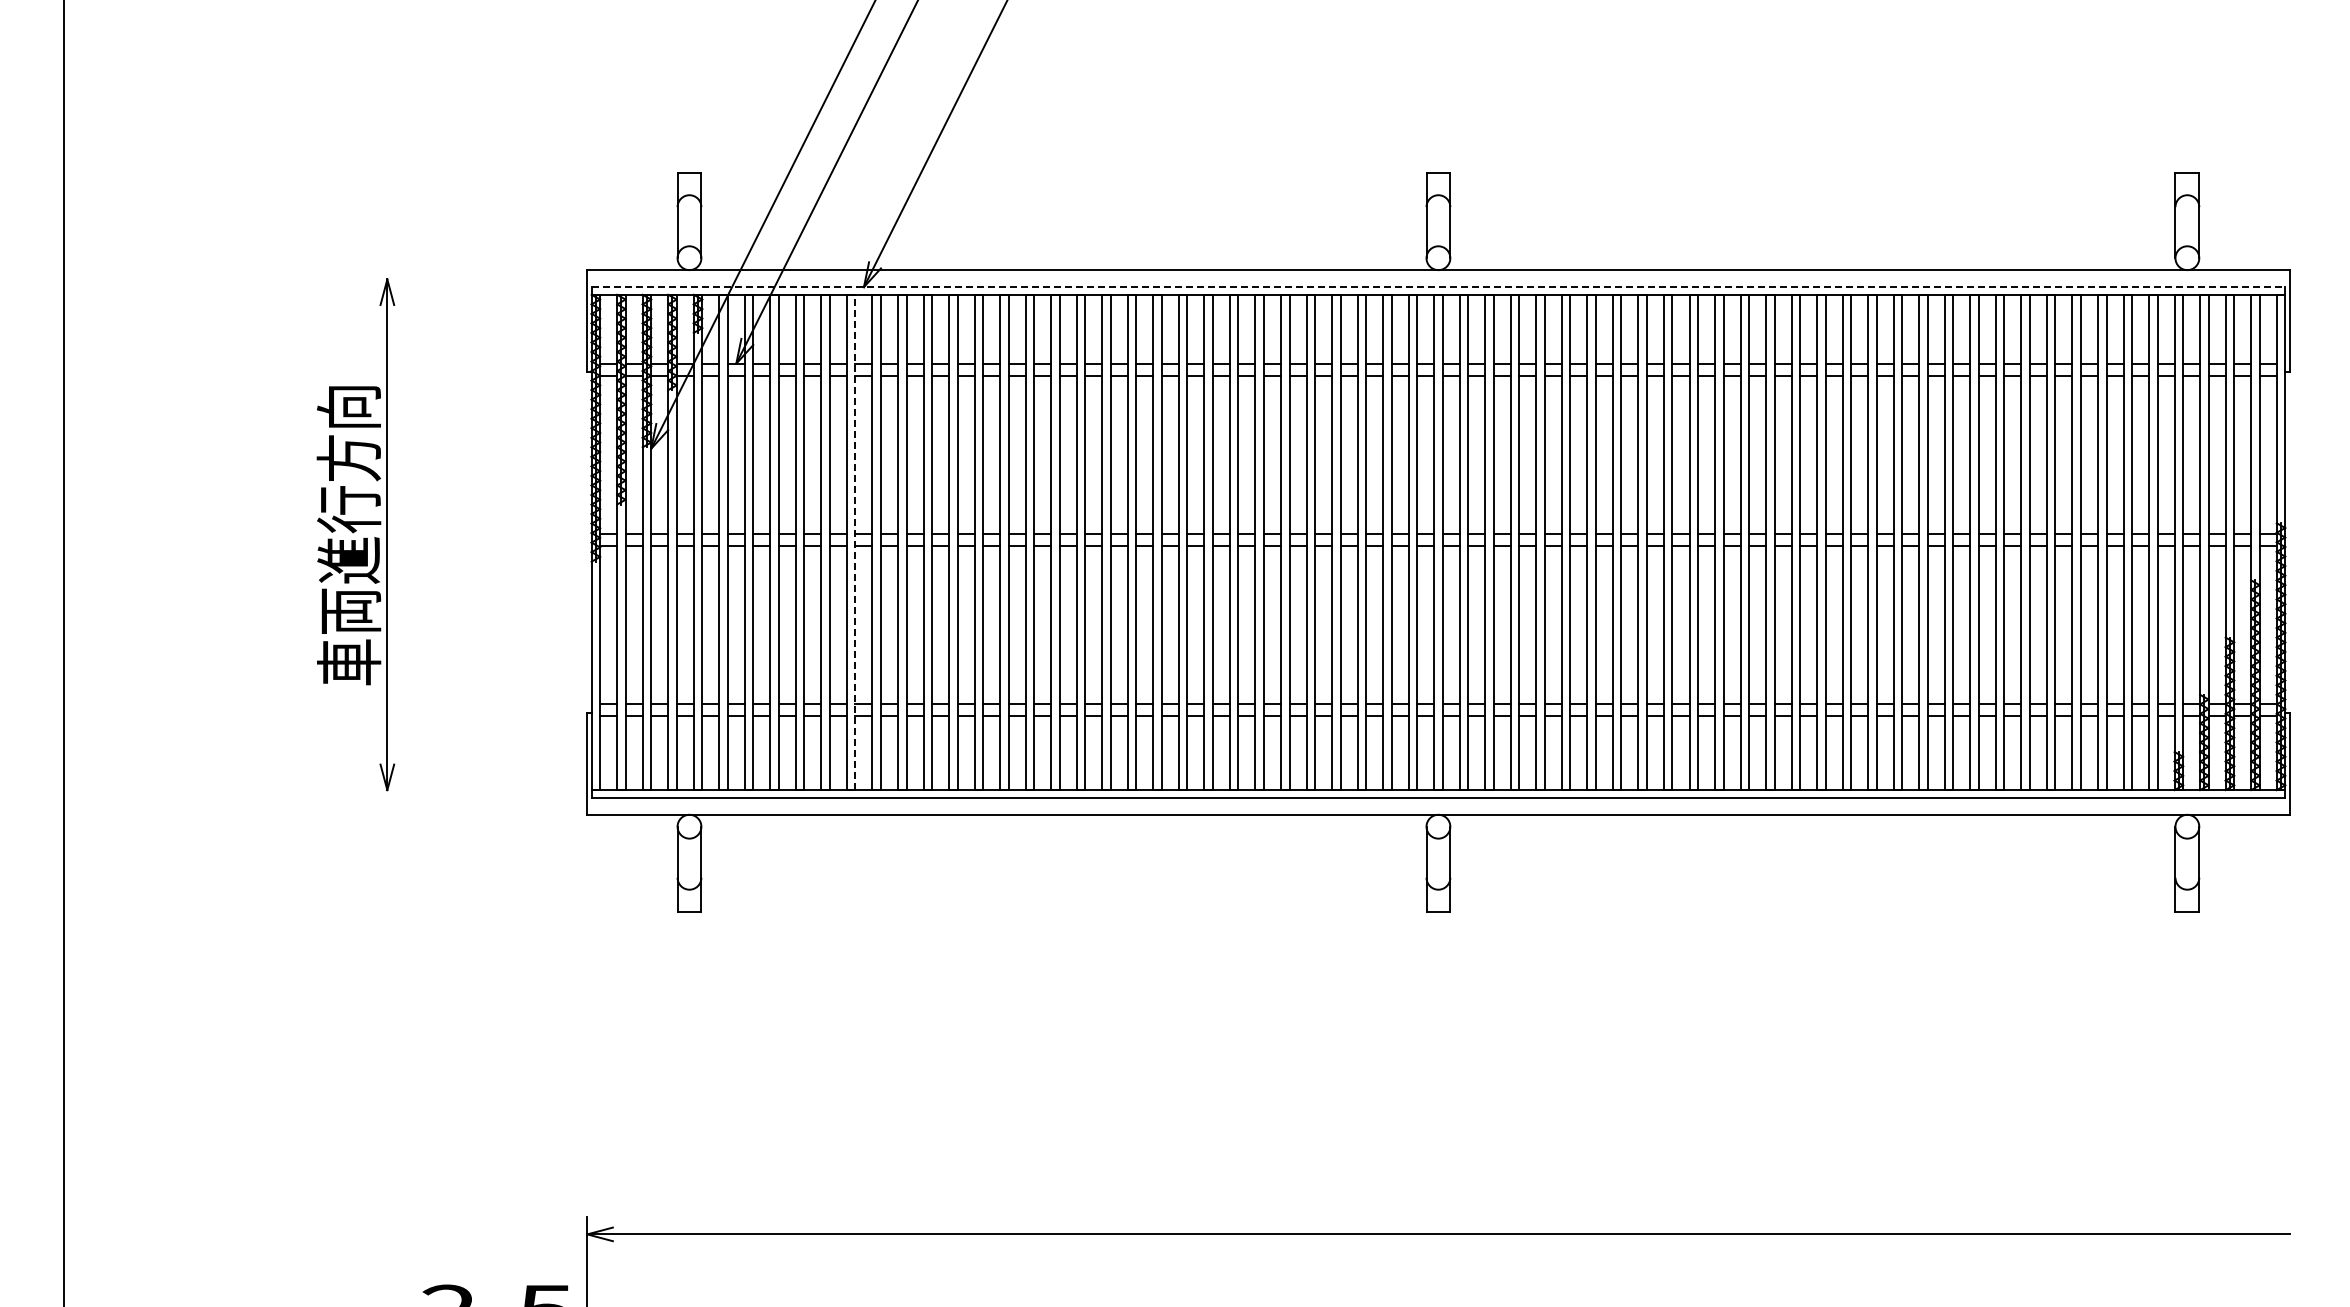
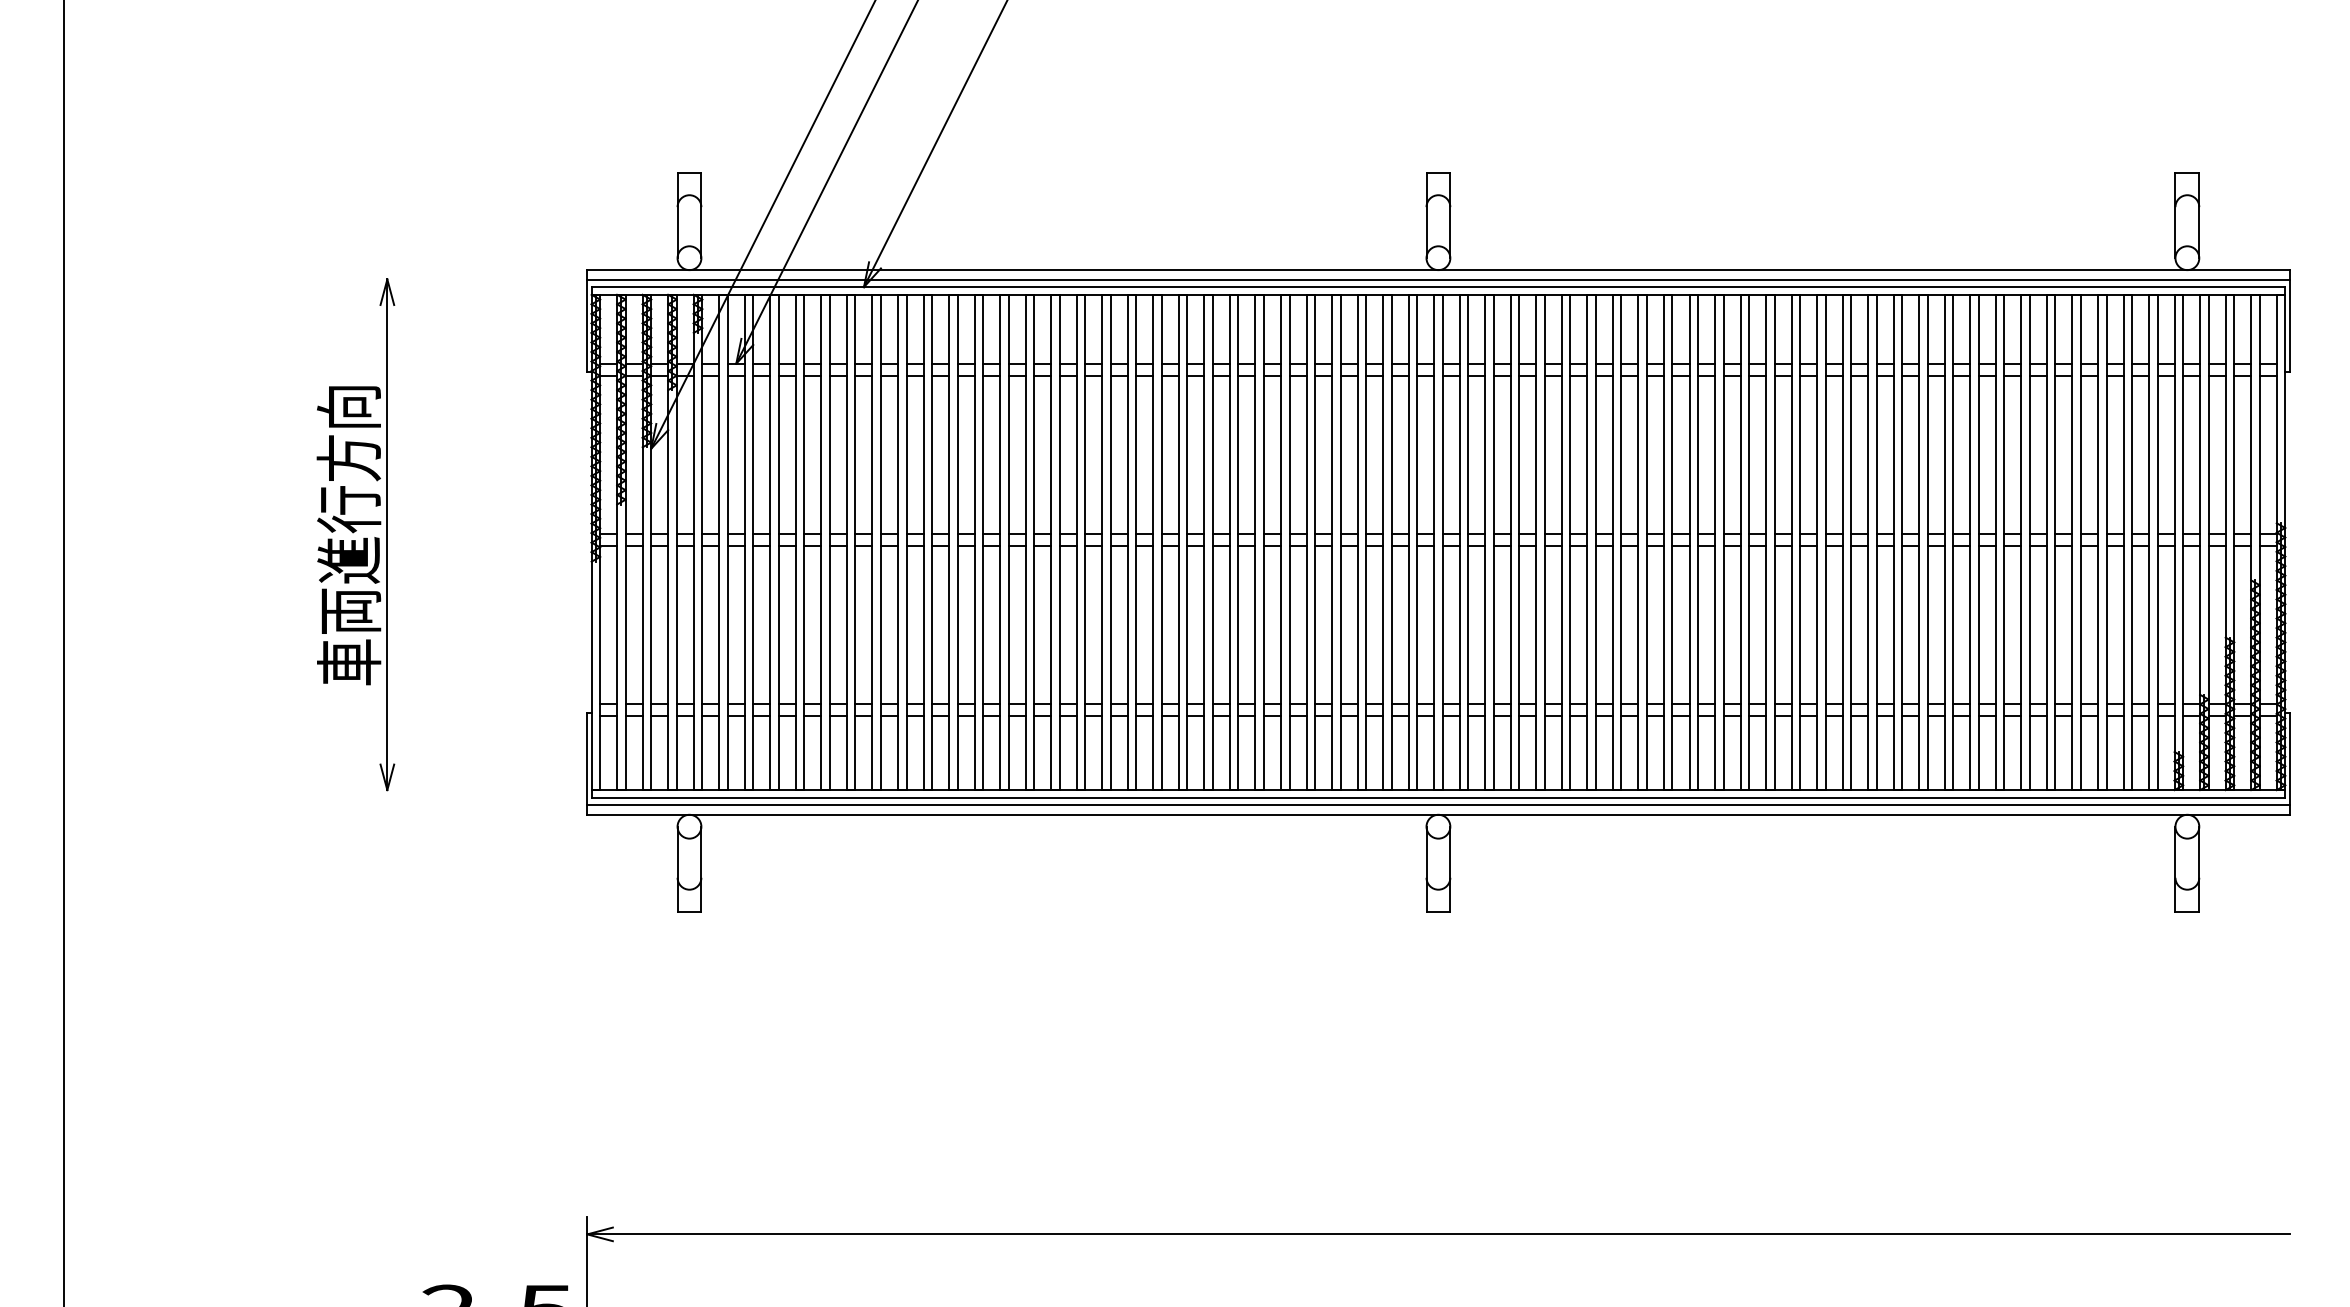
line at (1438, 280): none -> present
line at (1438, 287): dashed -> solid
line at (855, 542): dashed -> solid
line at (1438, 804): none -> present
